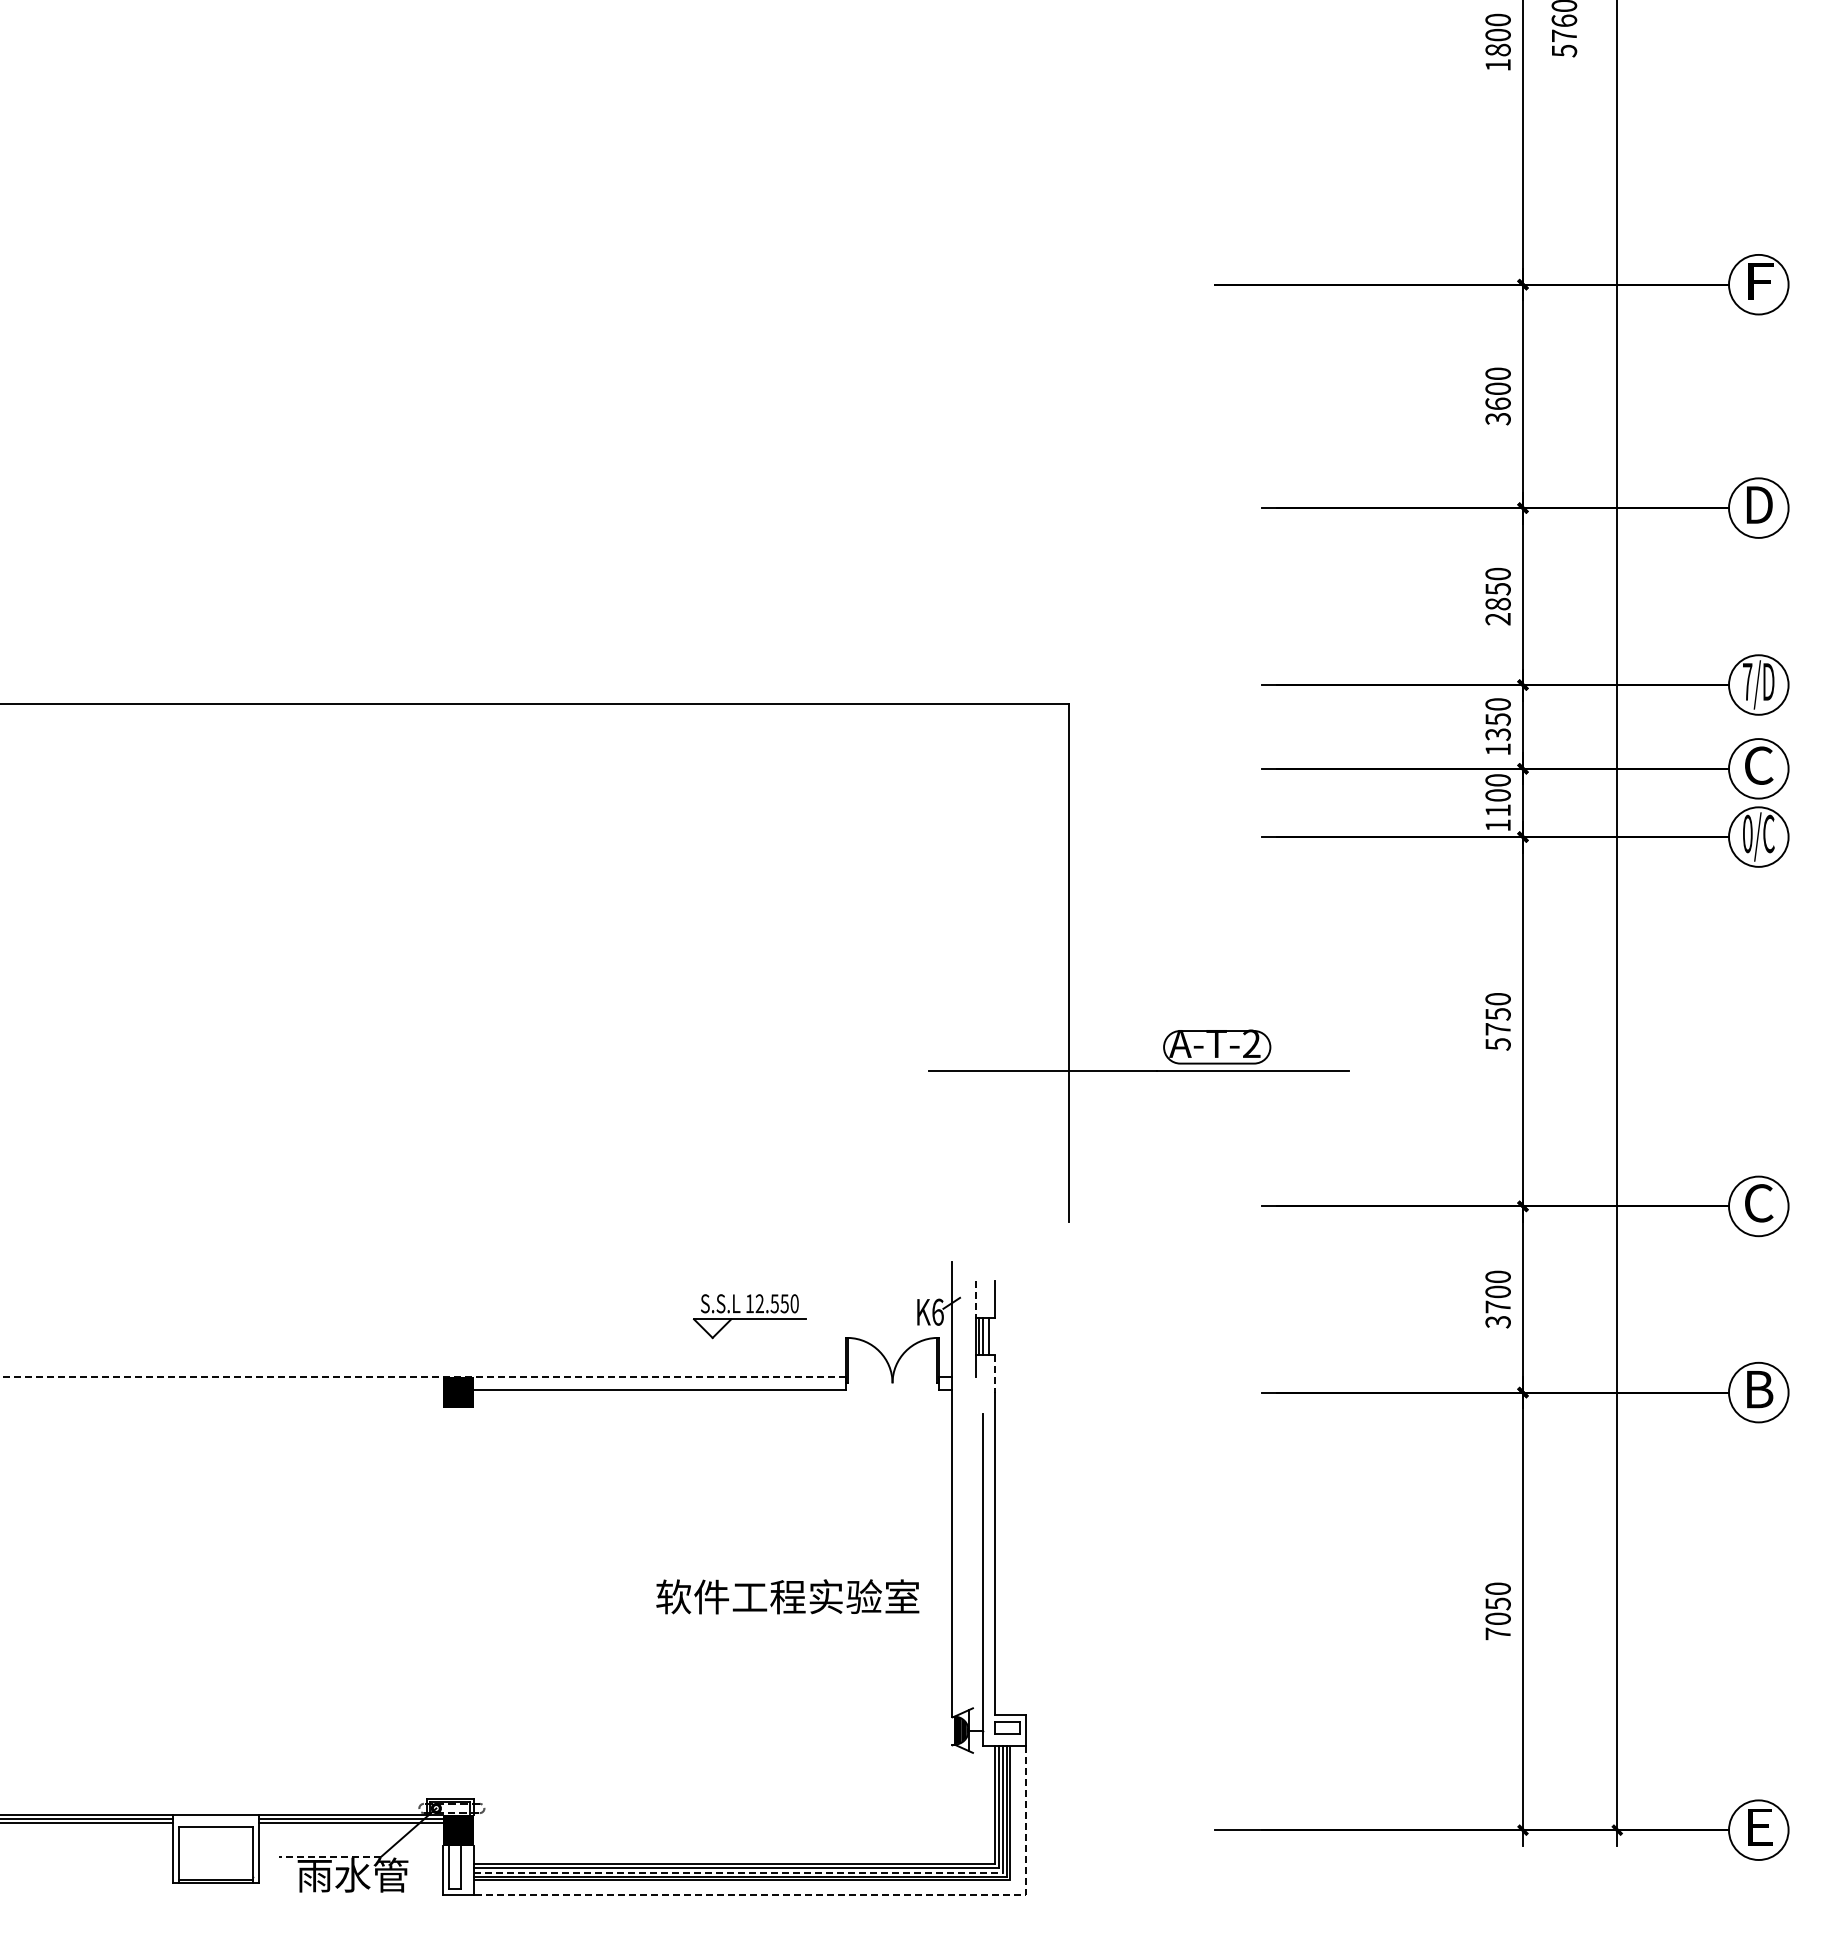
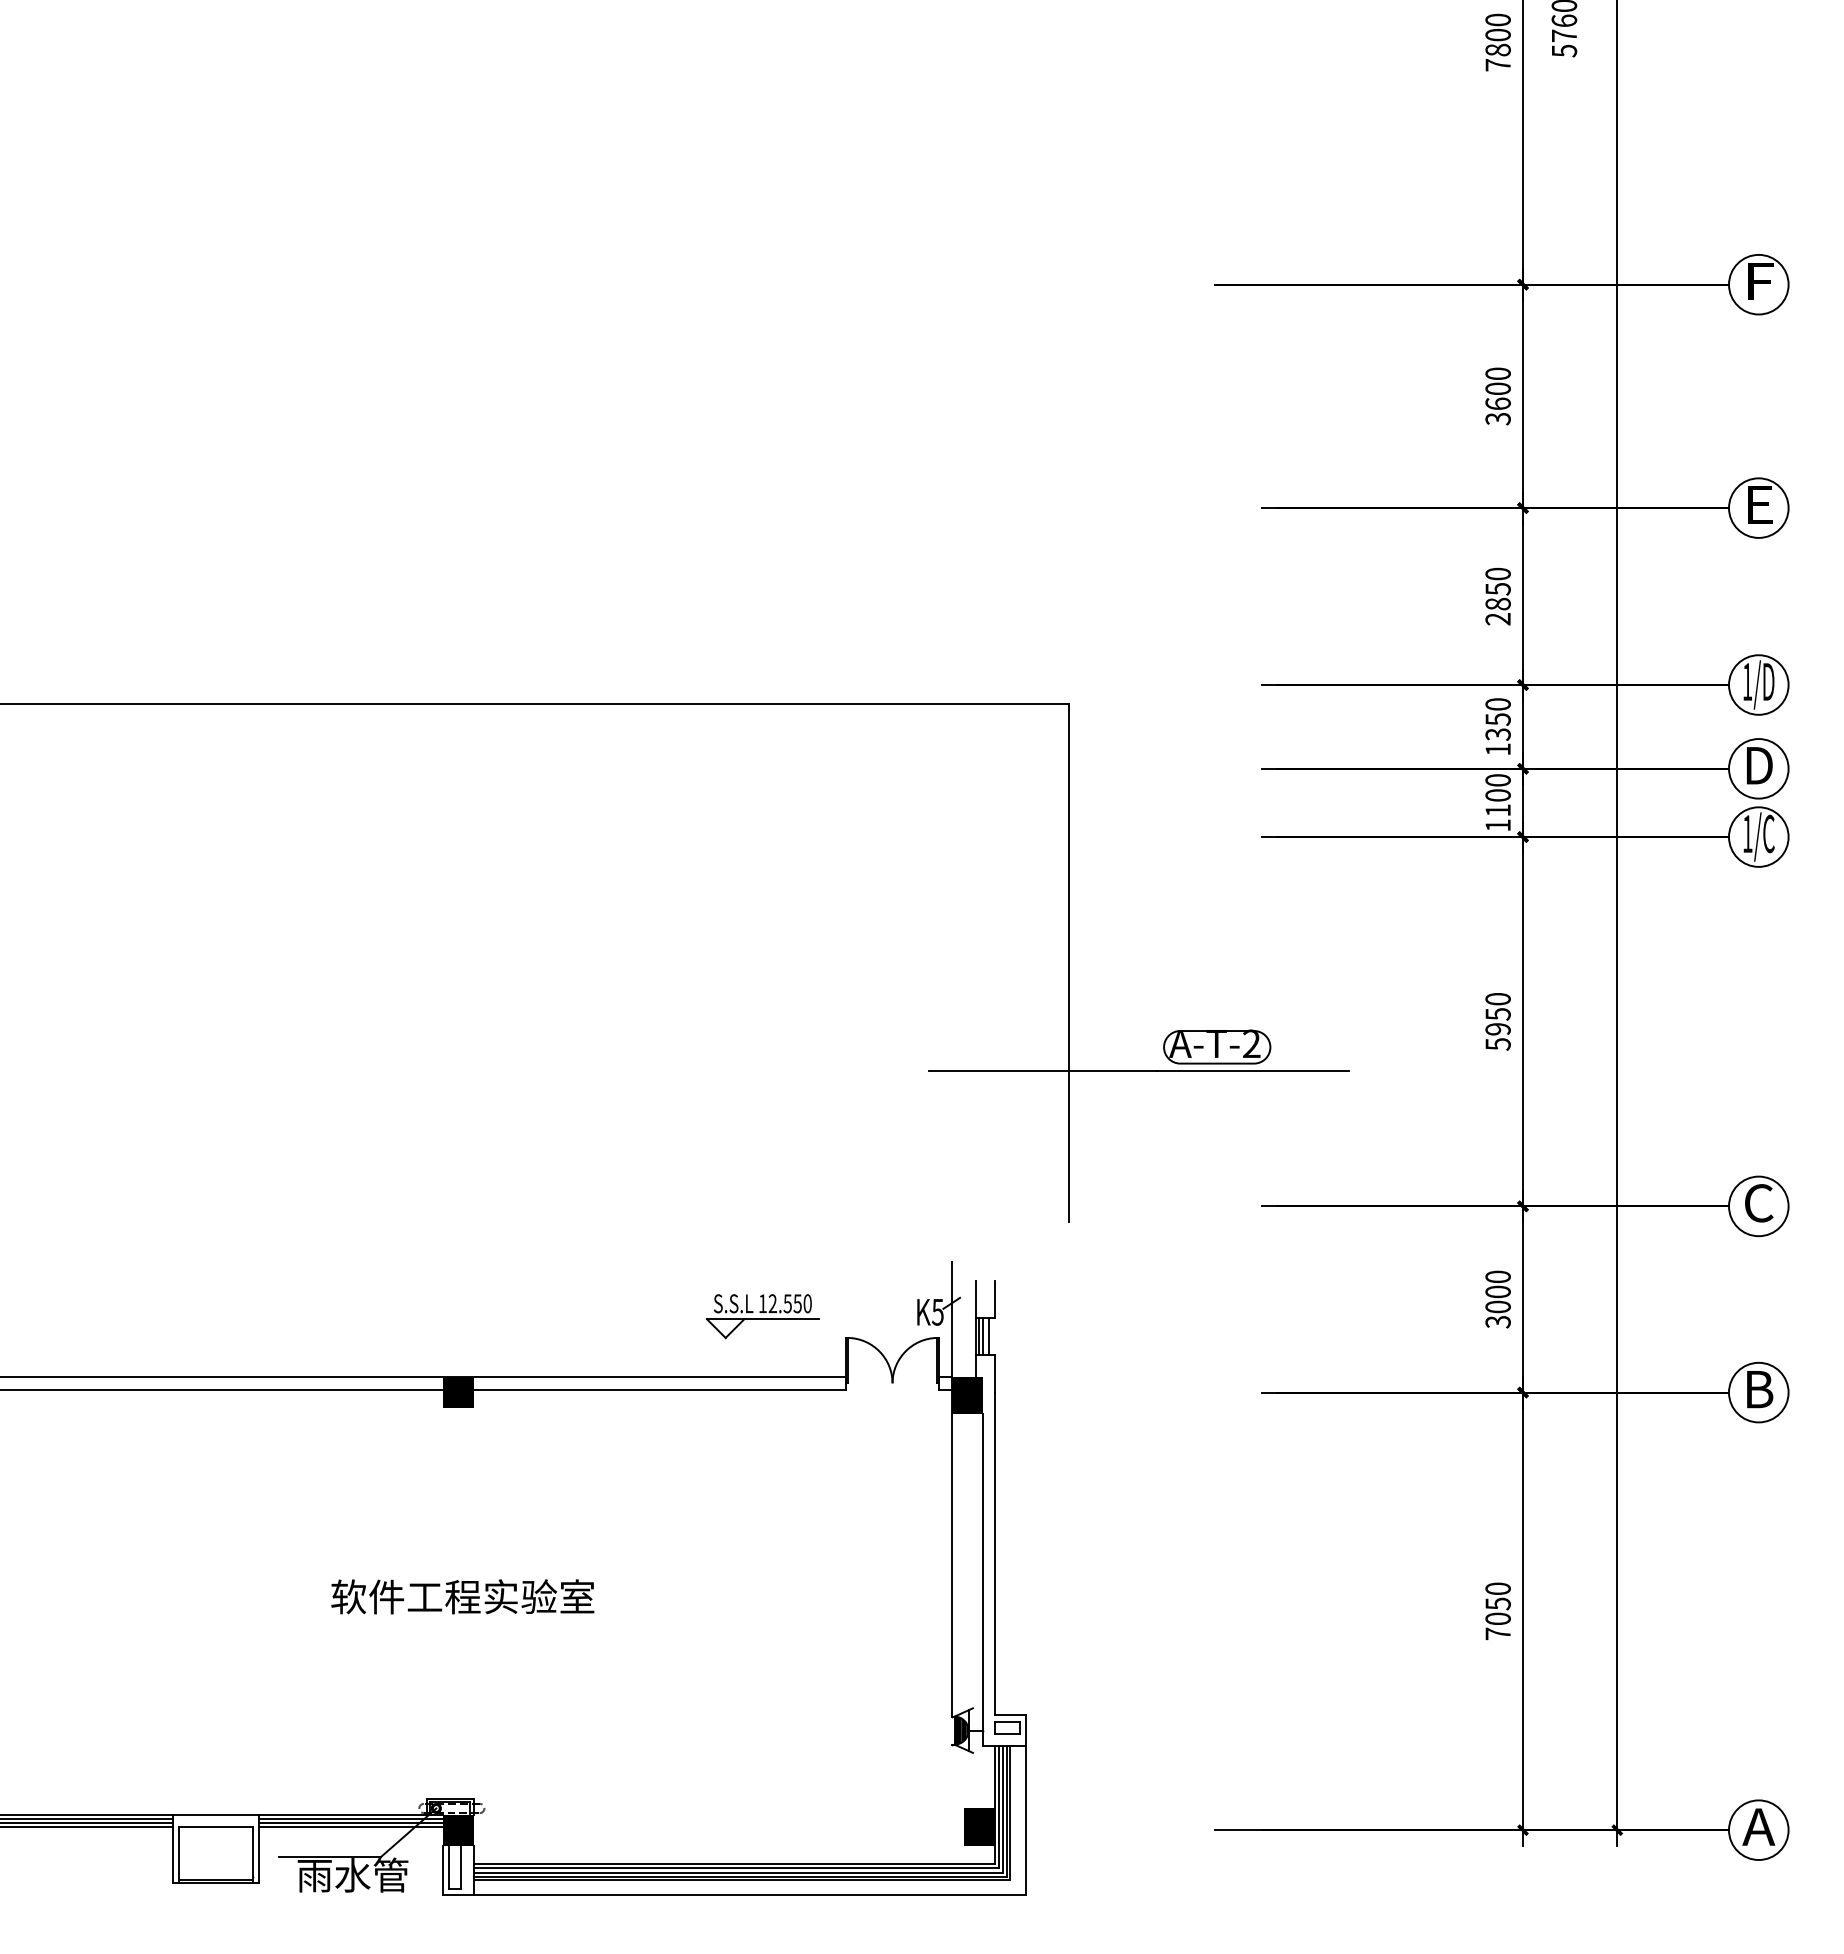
text at (1497, 65): 1800 -> 7800
text at (1759, 504): D -> E
text at (1747, 681): 7/D -> 1/D
text at (1759, 765): C -> D
text at (1747, 833): 0/C -> 1/C
text at (1497, 1029): 5750 -> 5950
line at (976, 1299): dashed -> solid
text at (1497, 1306): 3700 -> 3000
text at (937, 1311): K6 -> K5
part at (749, 1316) position: (749, 1316) -> (762, 1316)
line at (994, 1374): dashed -> solid
line at (423, 1377): dashed -> solid
line at (222, 1389): none -> present
fill at (966, 1395): none -> present
text at (787, 1596) position: (787, 1596) -> (462, 1596)
fill at (978, 1826): none -> present
text at (1758, 1826): E -> A
line at (87, 1827): none -> present
line at (350, 1827): none -> present
line at (329, 1856): dashed -> solid
line at (738, 1872): dashed -> solid
line at (824, 1895): dashed -> solid
